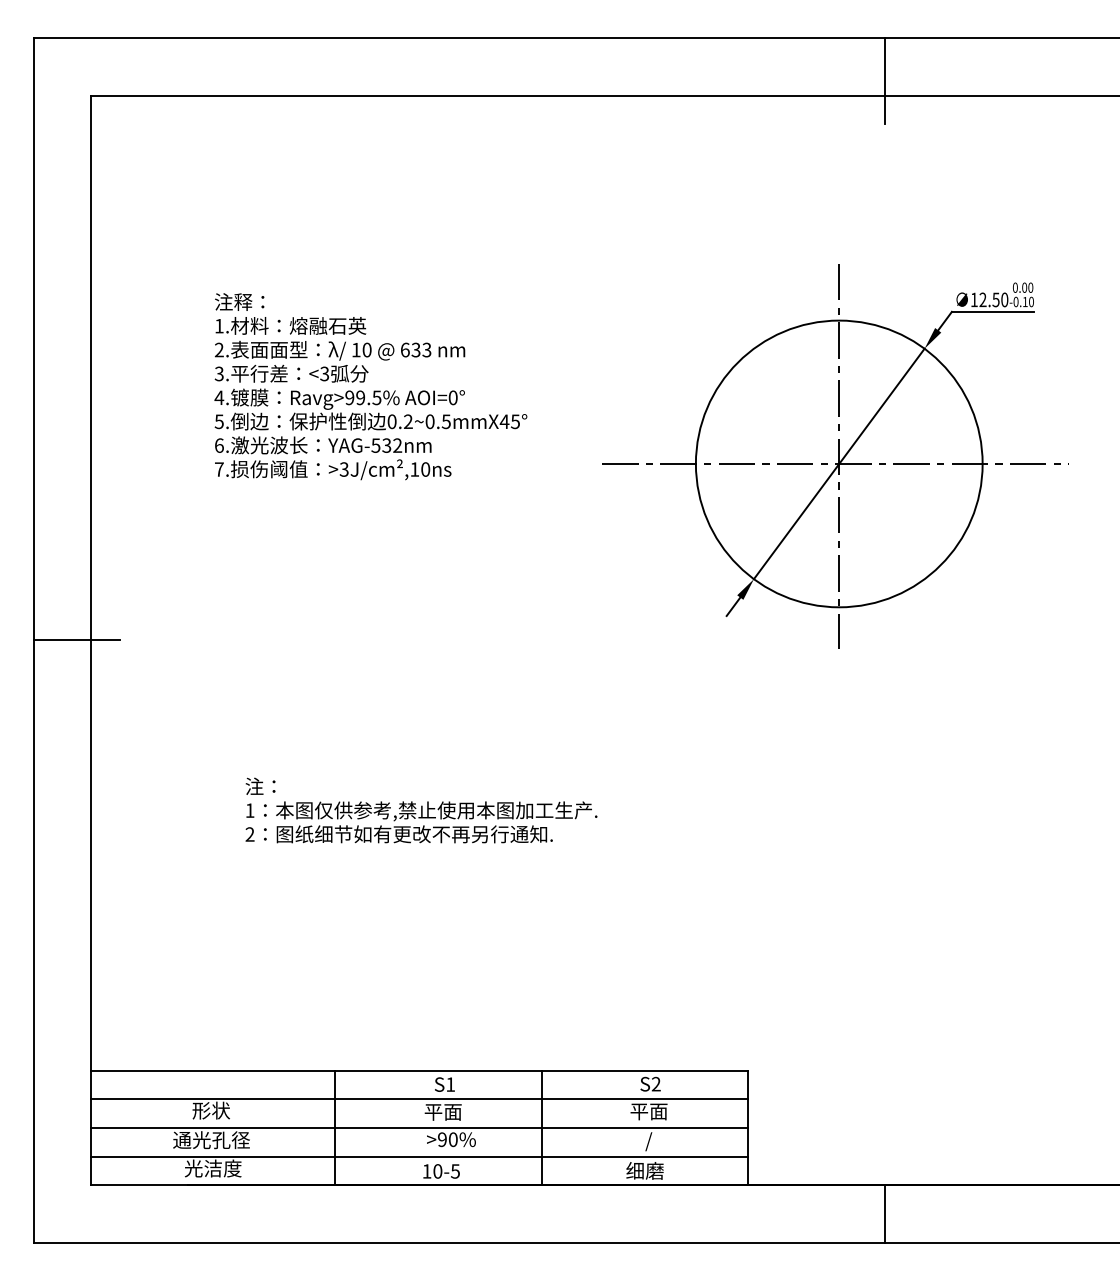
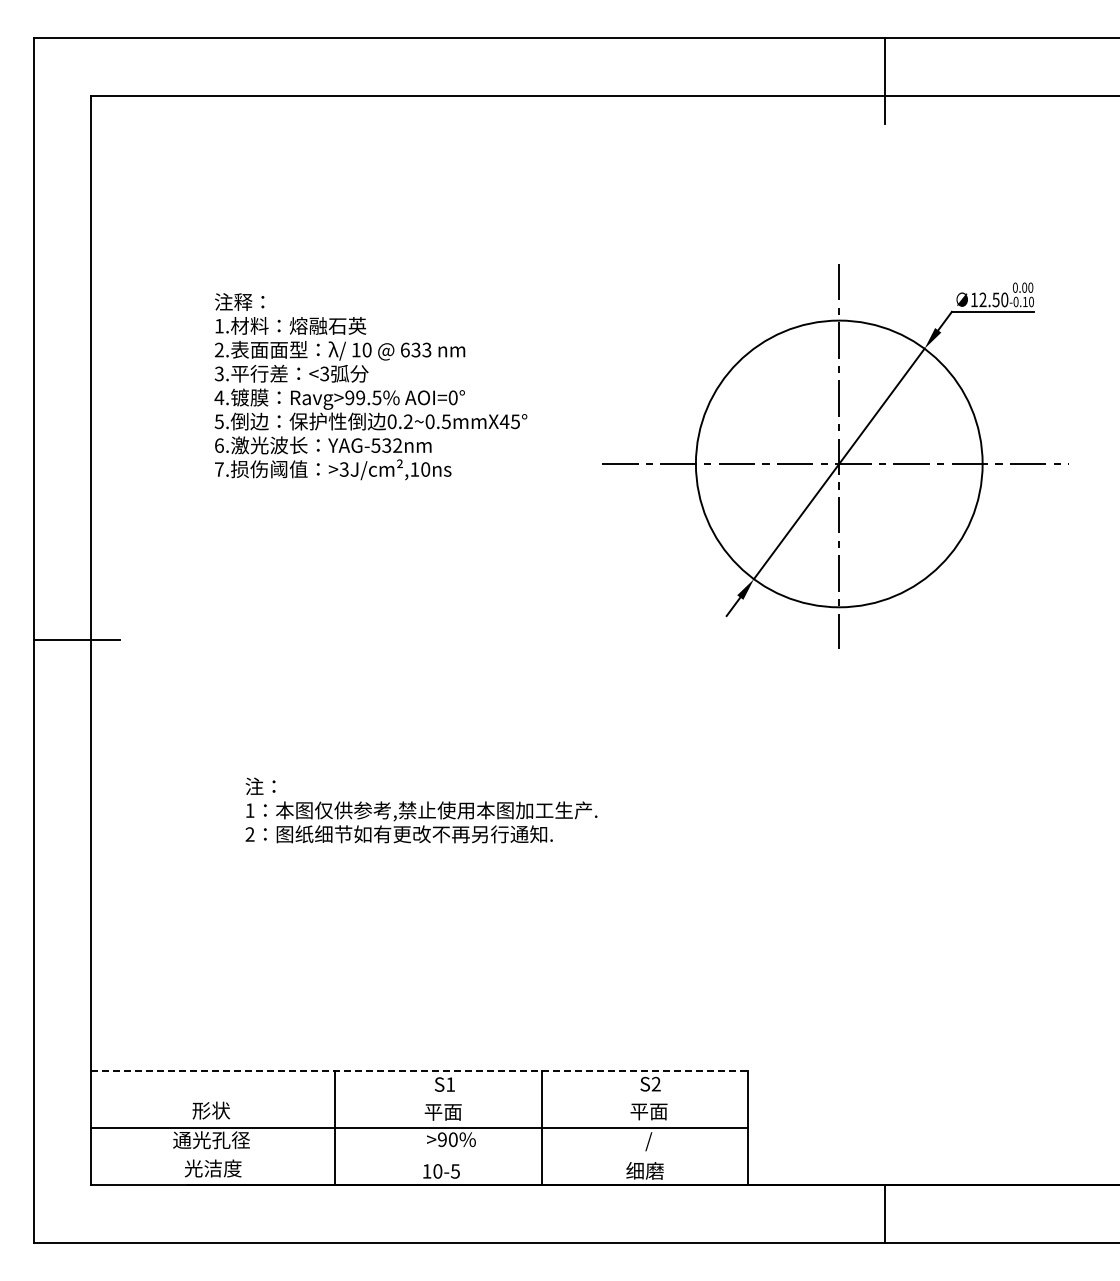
line at (419, 1070): solid -> dashed
line at (419, 1099): present -> none
line at (419, 1156): present -> none
